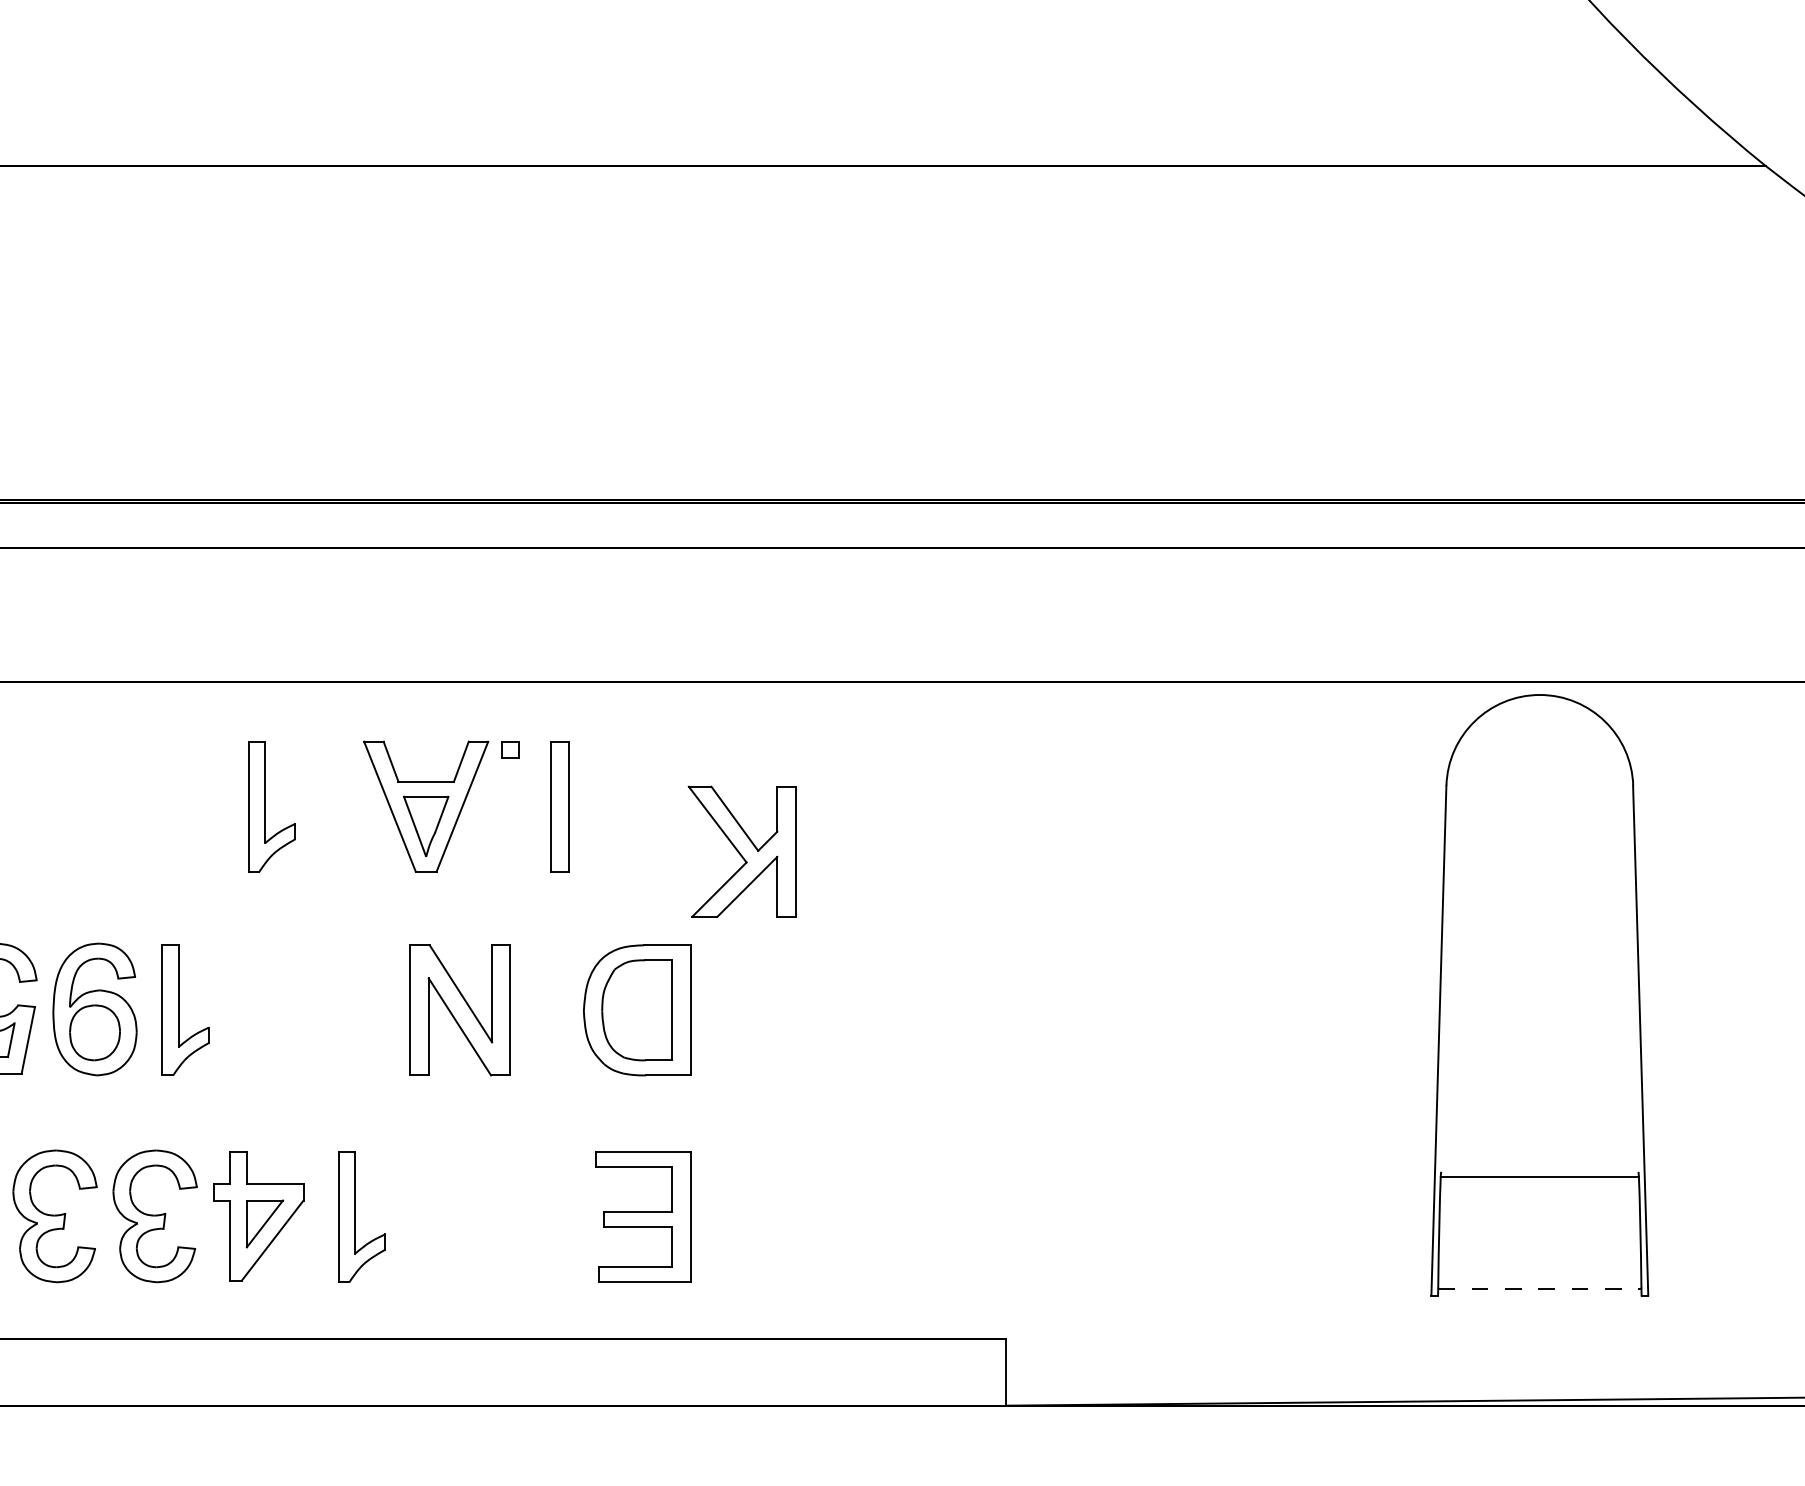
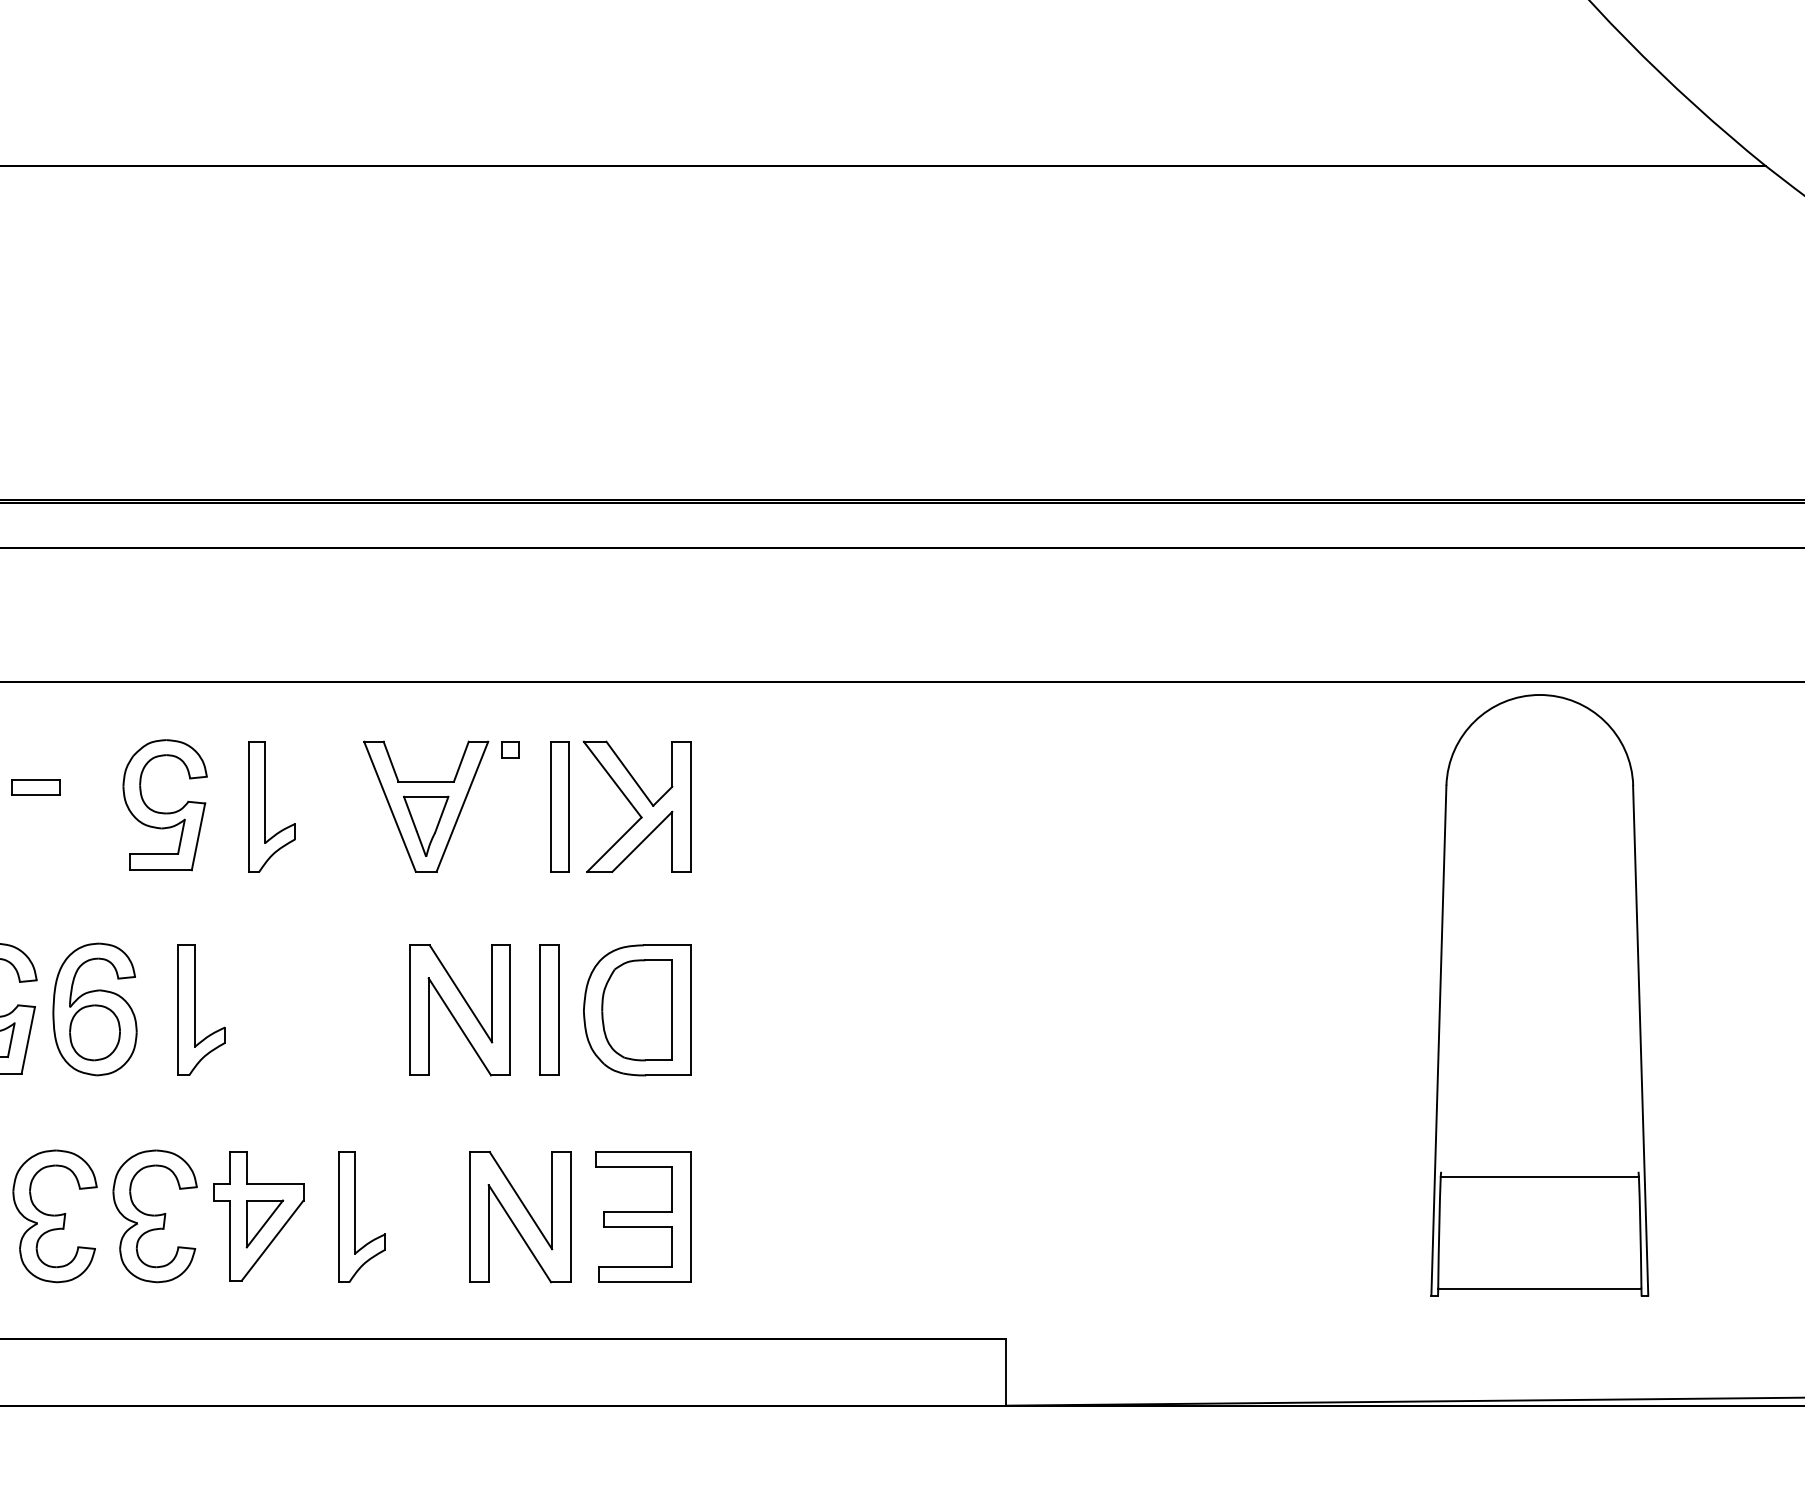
part at (35, 787): none -> present
part at (164, 812): none -> present
part at (741, 851) position: (741, 851) -> (636, 806)
part at (185, 1009) position: (185, 1009) -> (201, 1009)
part at (549, 1009): none -> present
part at (520, 1217): none -> present
line at (1539, 1288): dashed -> solid
